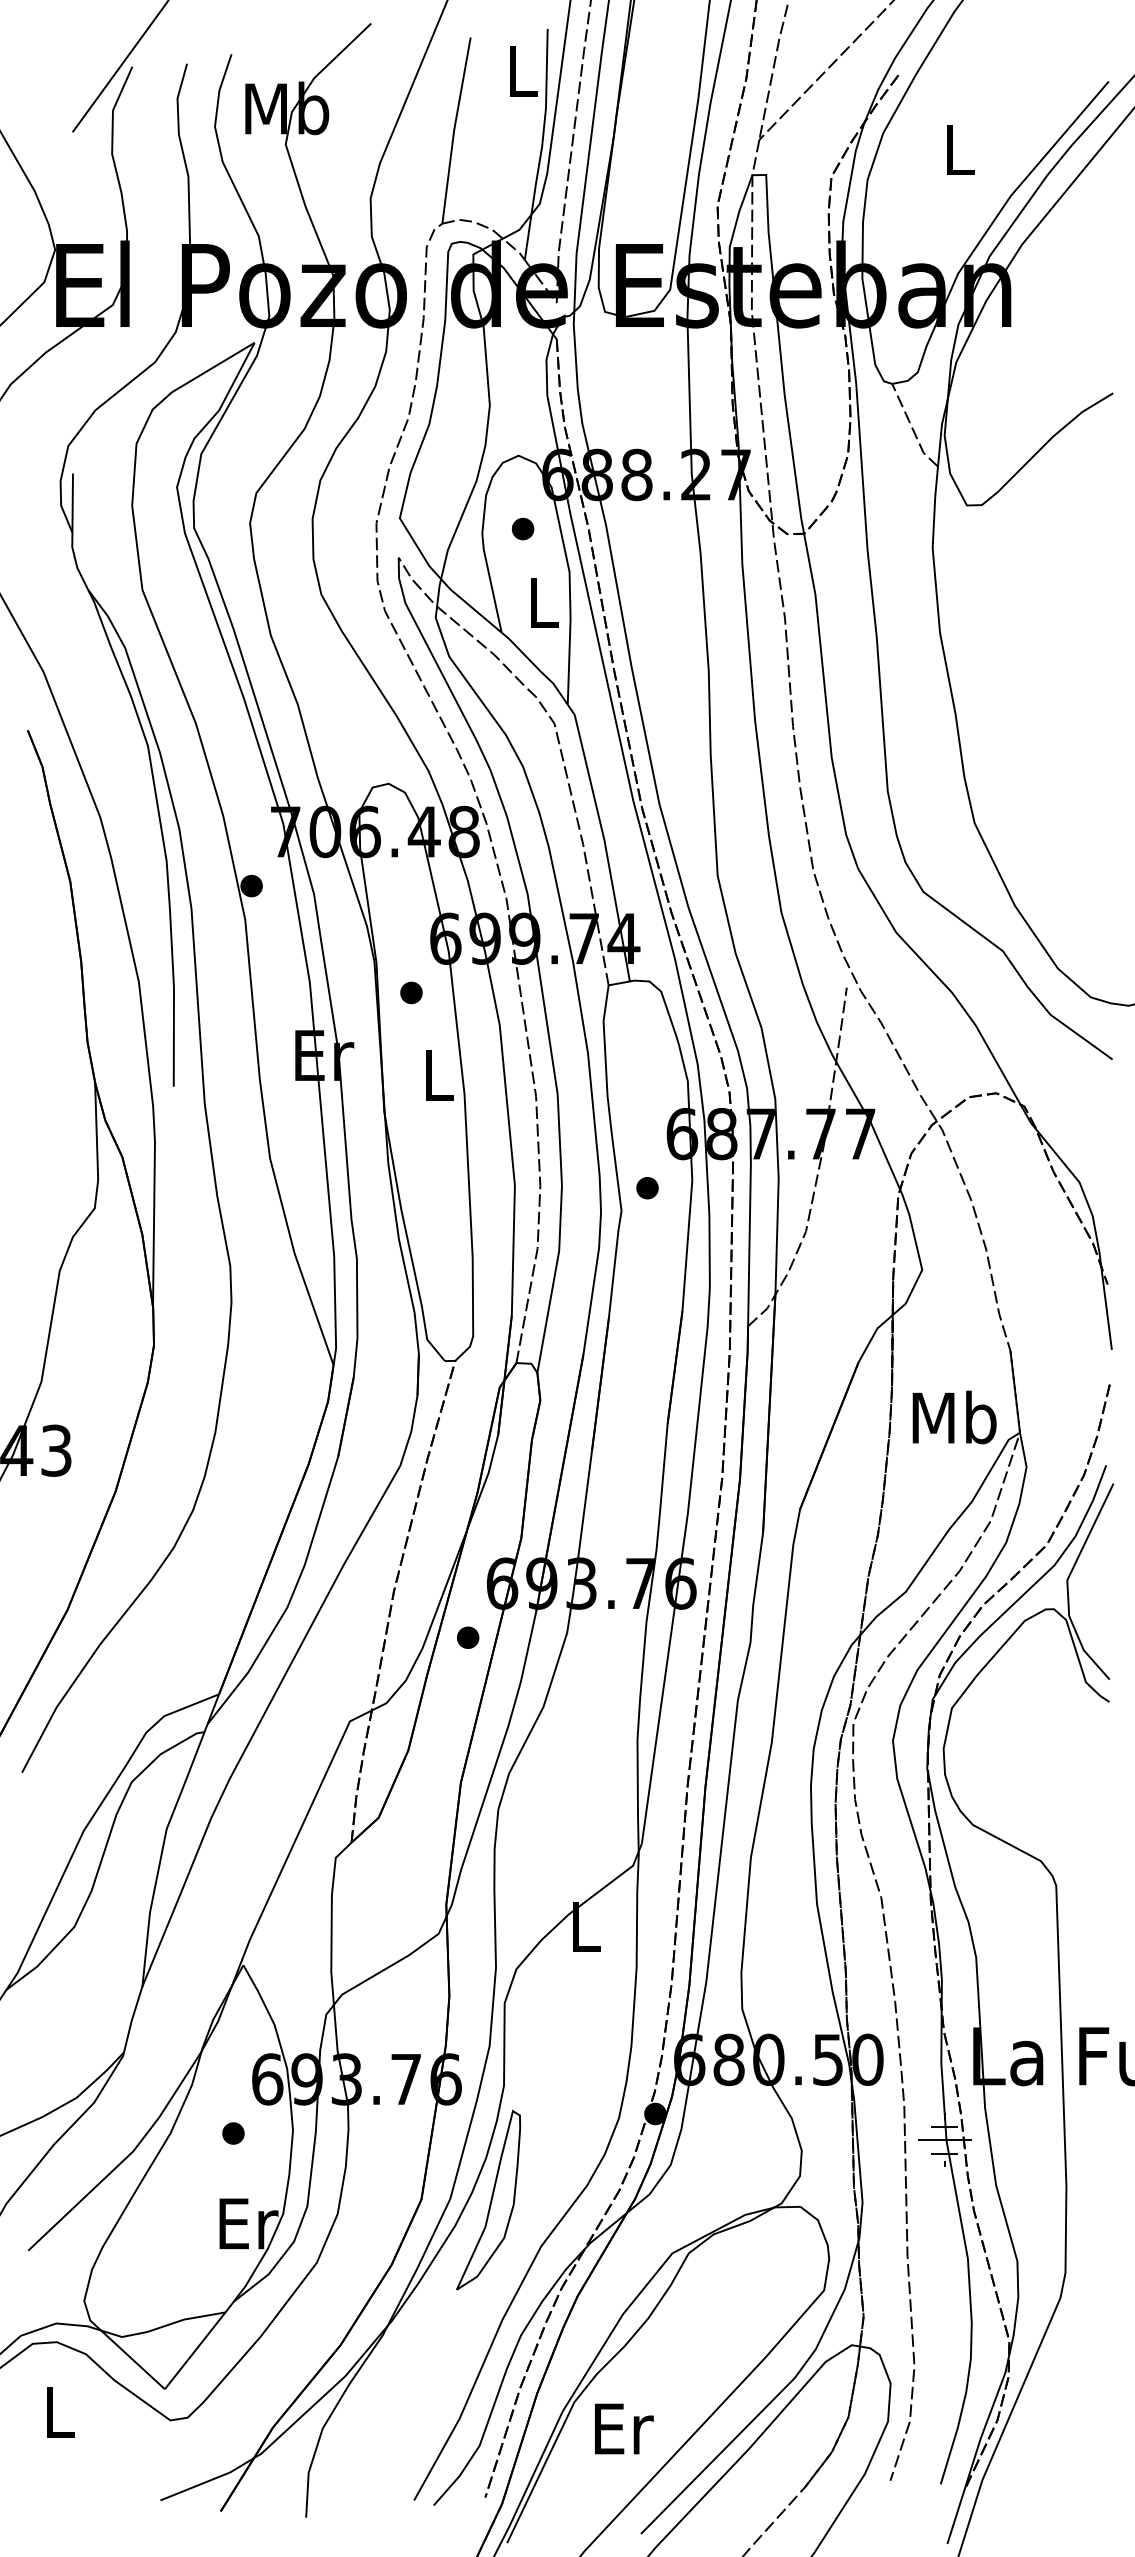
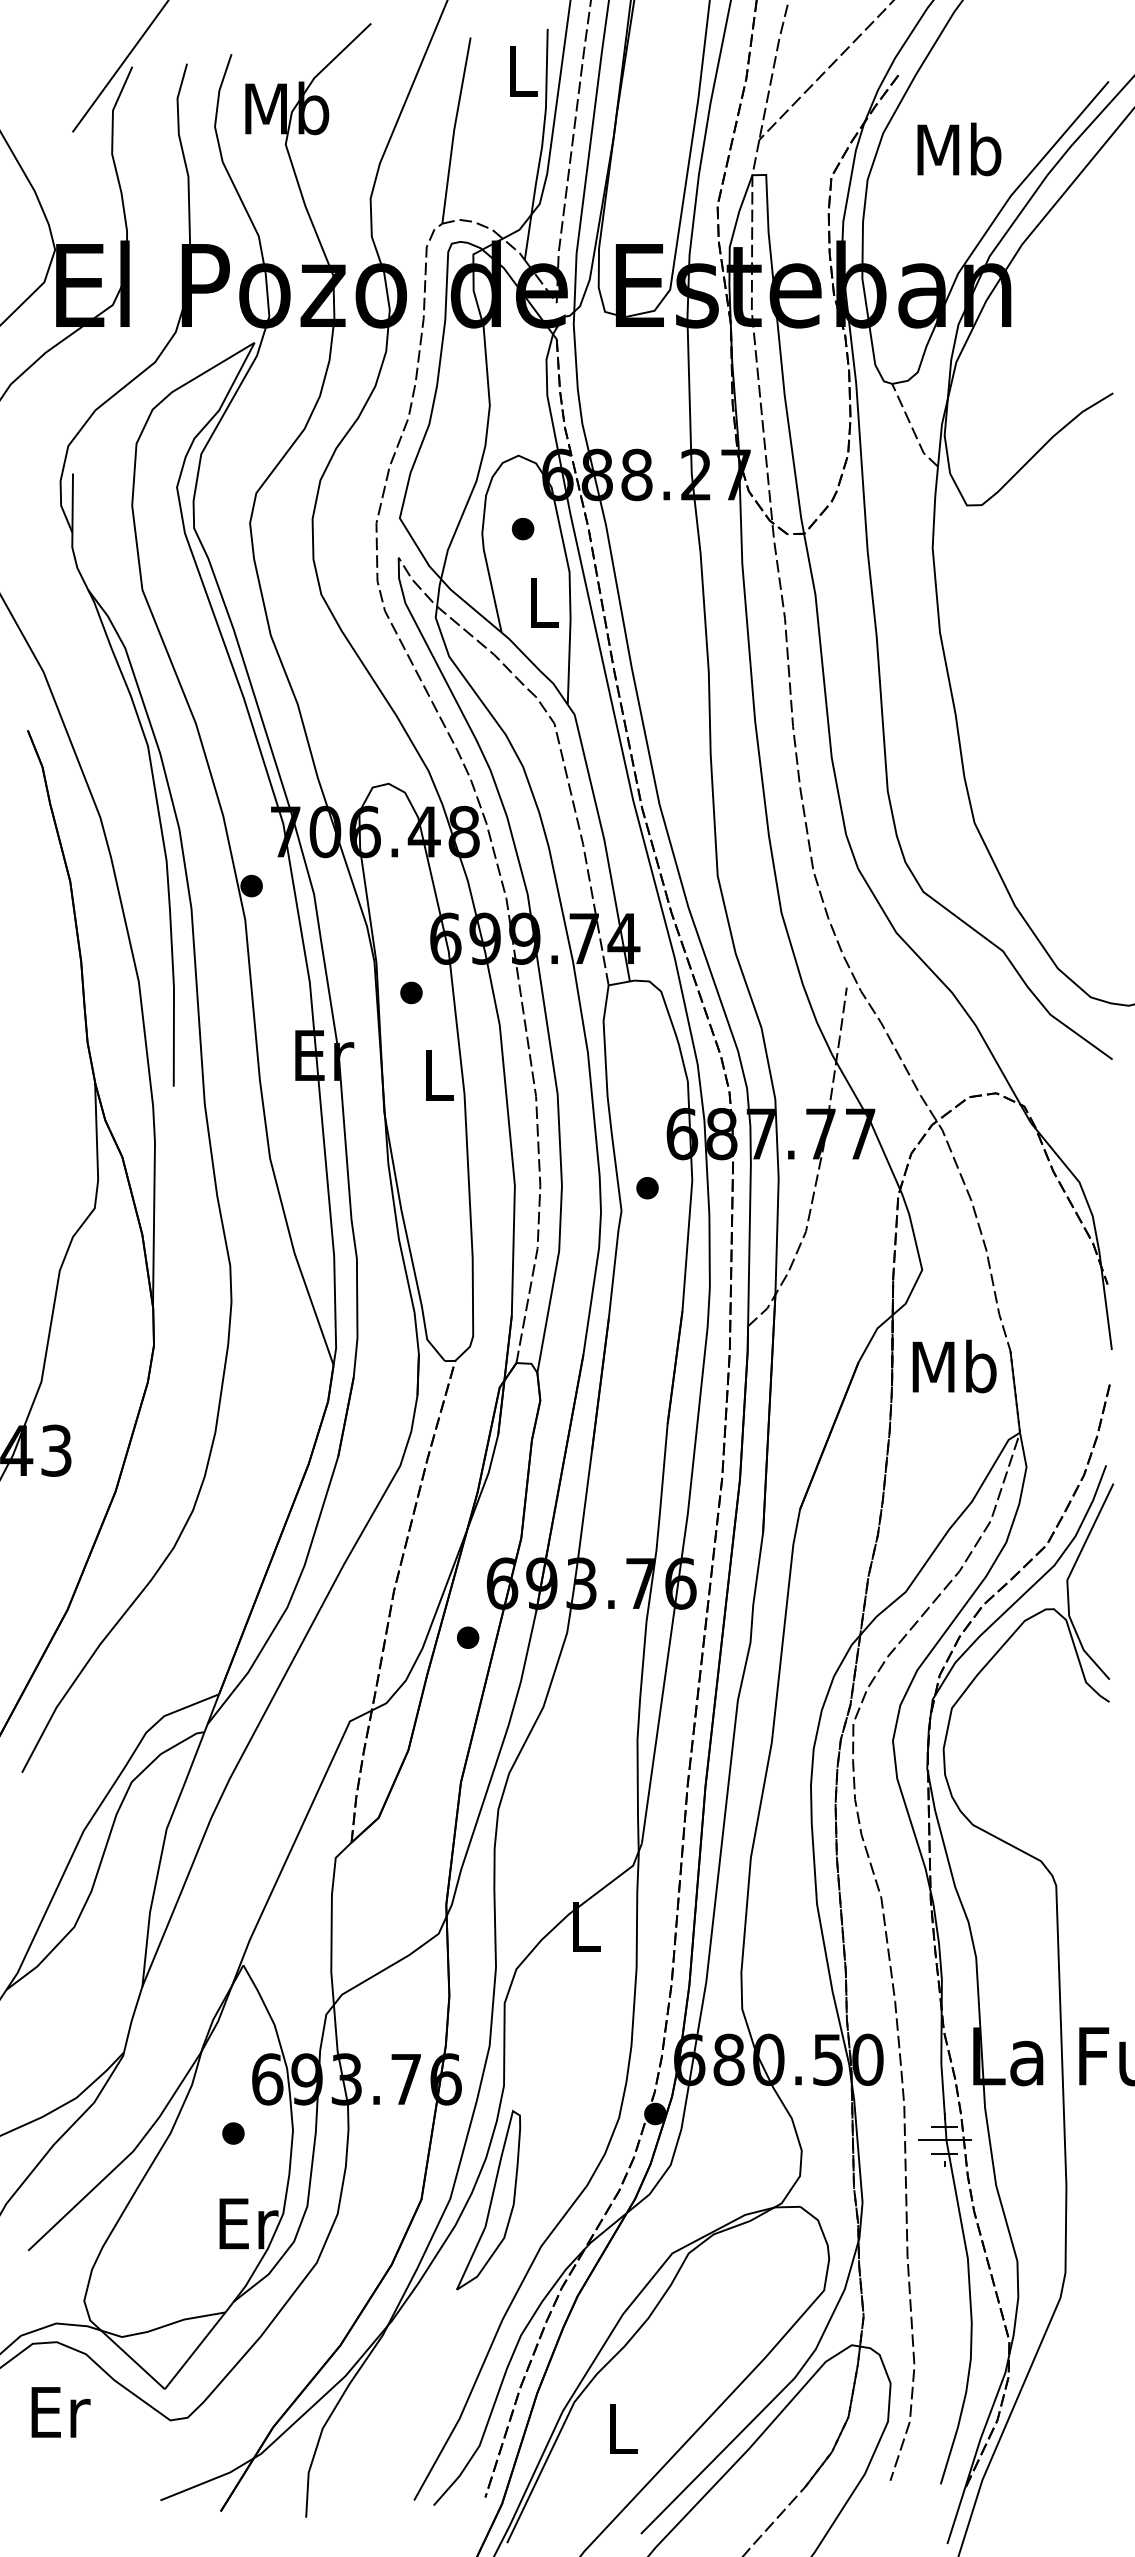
text at (959, 149): L -> Mb
text at (954, 1417) position: (954, 1417) -> (954, 1366)
text at (60, 2412): L -> Er
text at (624, 2428): Er -> L
